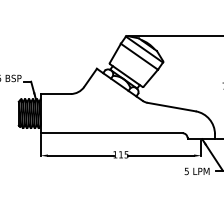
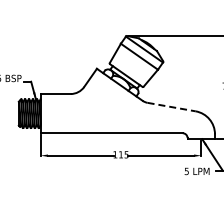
line at (172, 107): solid -> dashed
